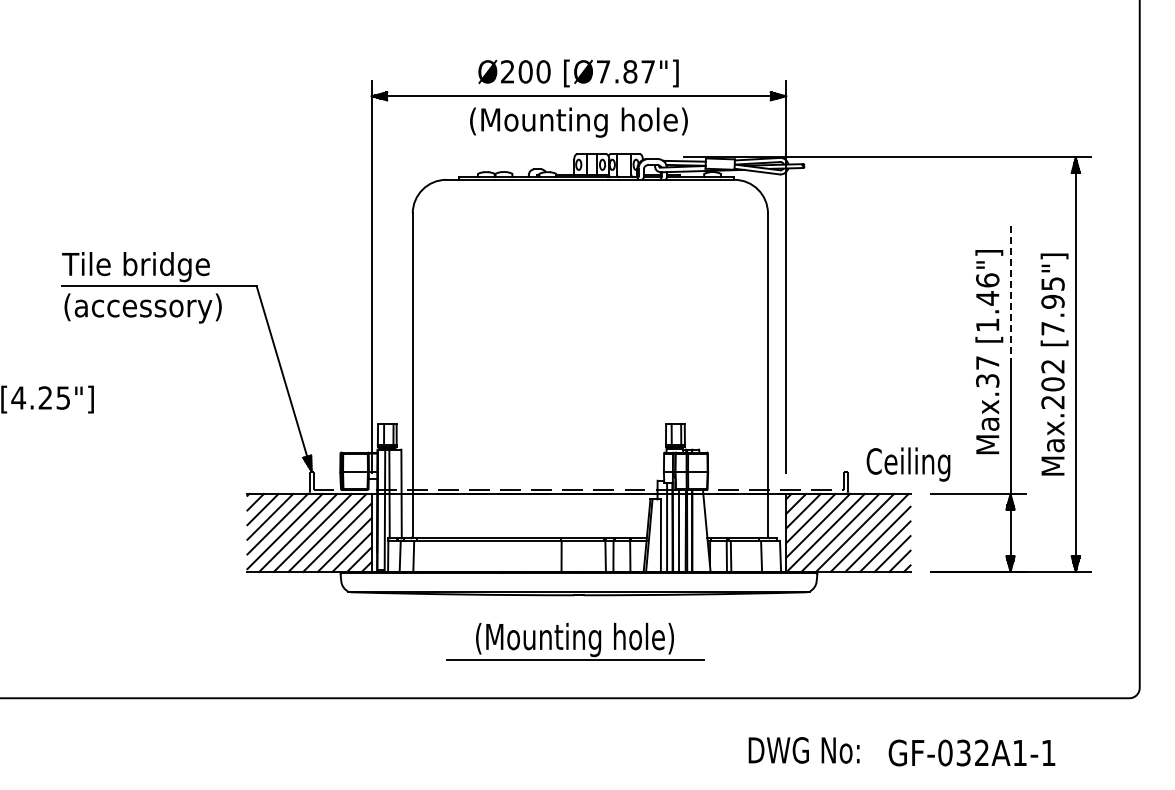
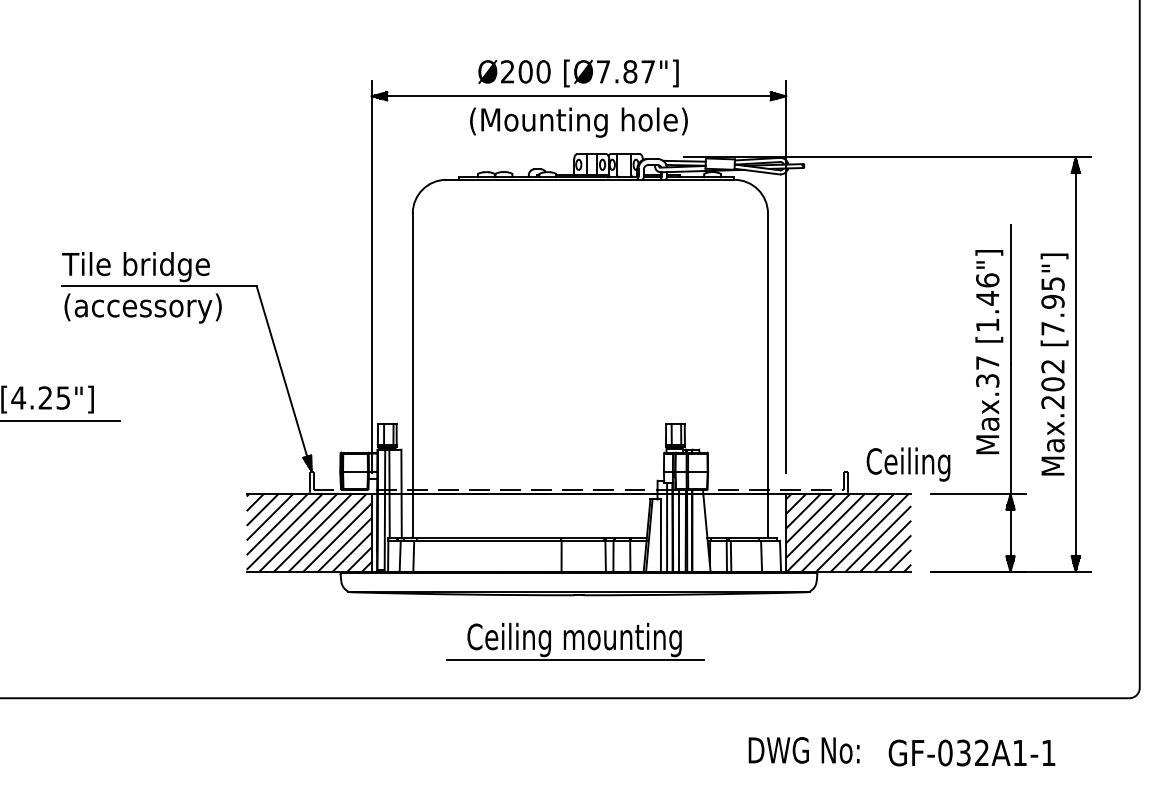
line at (1010, 294): dashed -> solid
line at (61, 420): none -> present
text at (574, 639): (Mounting hole) -> Ceiling mounting
